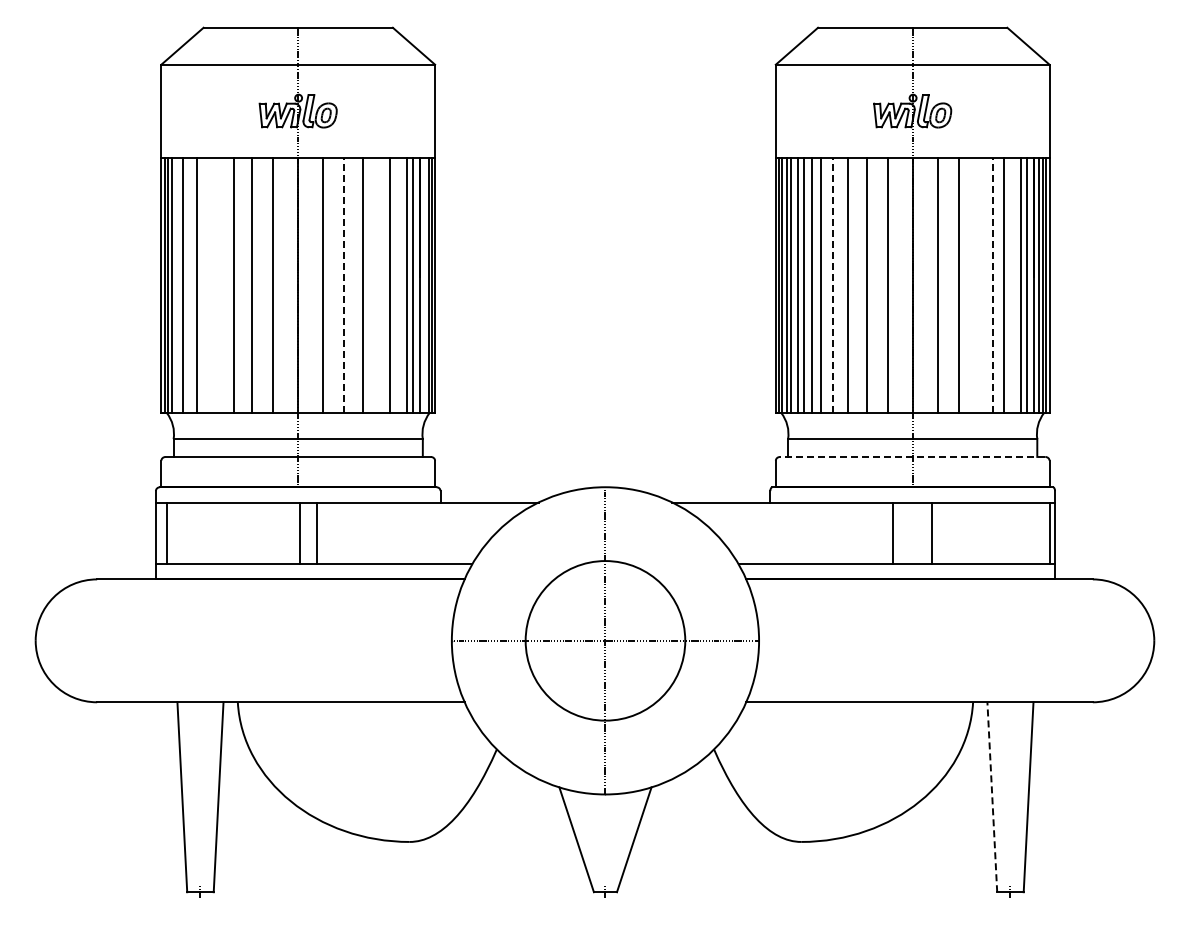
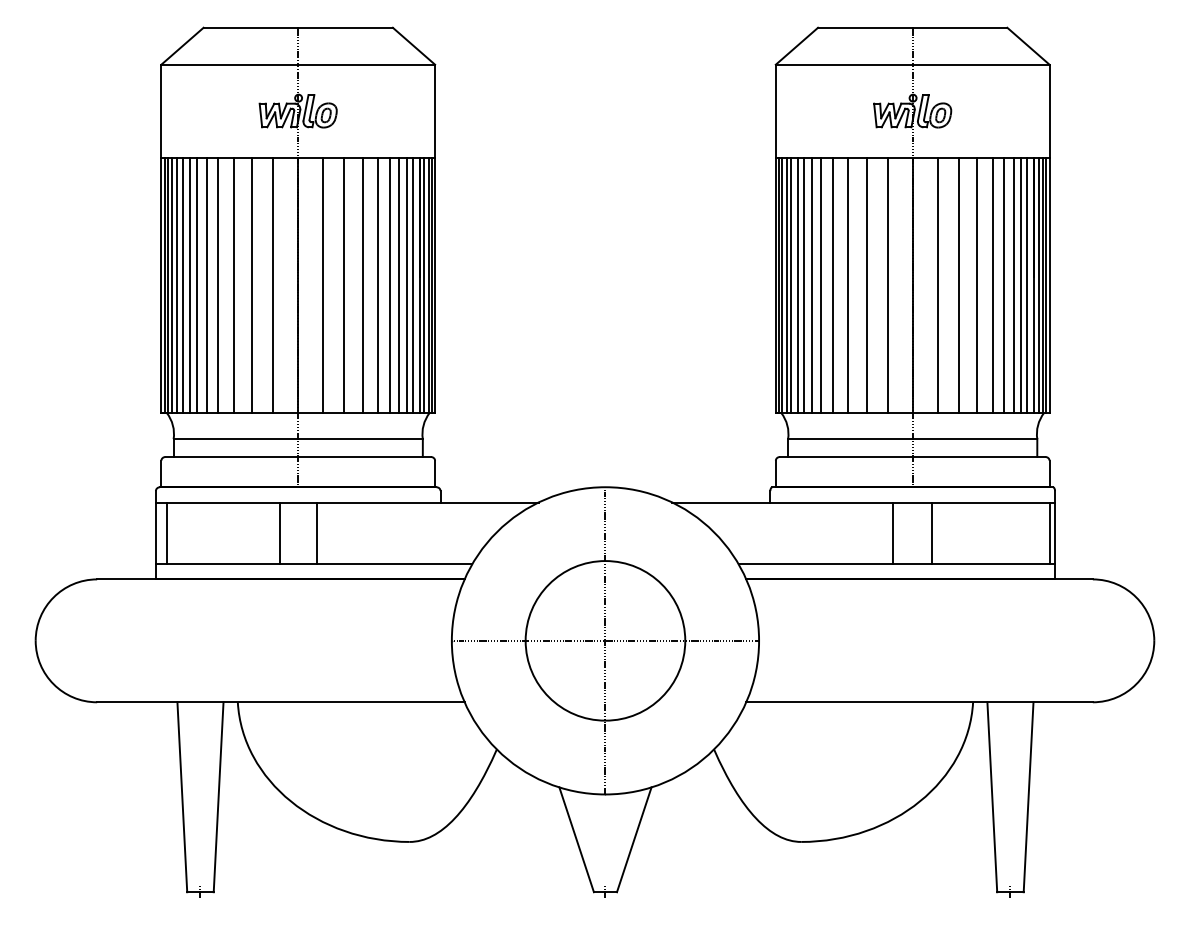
line at (176, 284): none -> present
line at (189, 284): none -> present
line at (206, 284): none -> present
line at (218, 284): none -> present
line at (344, 284): dashed -> solid
line at (378, 284): none -> present
line at (399, 284): none -> present
line at (424, 284): none -> present
line at (977, 284): none -> present
line at (1013, 284): none -> present
line at (832, 285): dashed -> solid
line at (992, 285): dashed -> solid
line at (912, 456): dashed -> solid
line at (299, 533) position: (299, 533) -> (279, 533)
line at (992, 796): dashed -> solid
